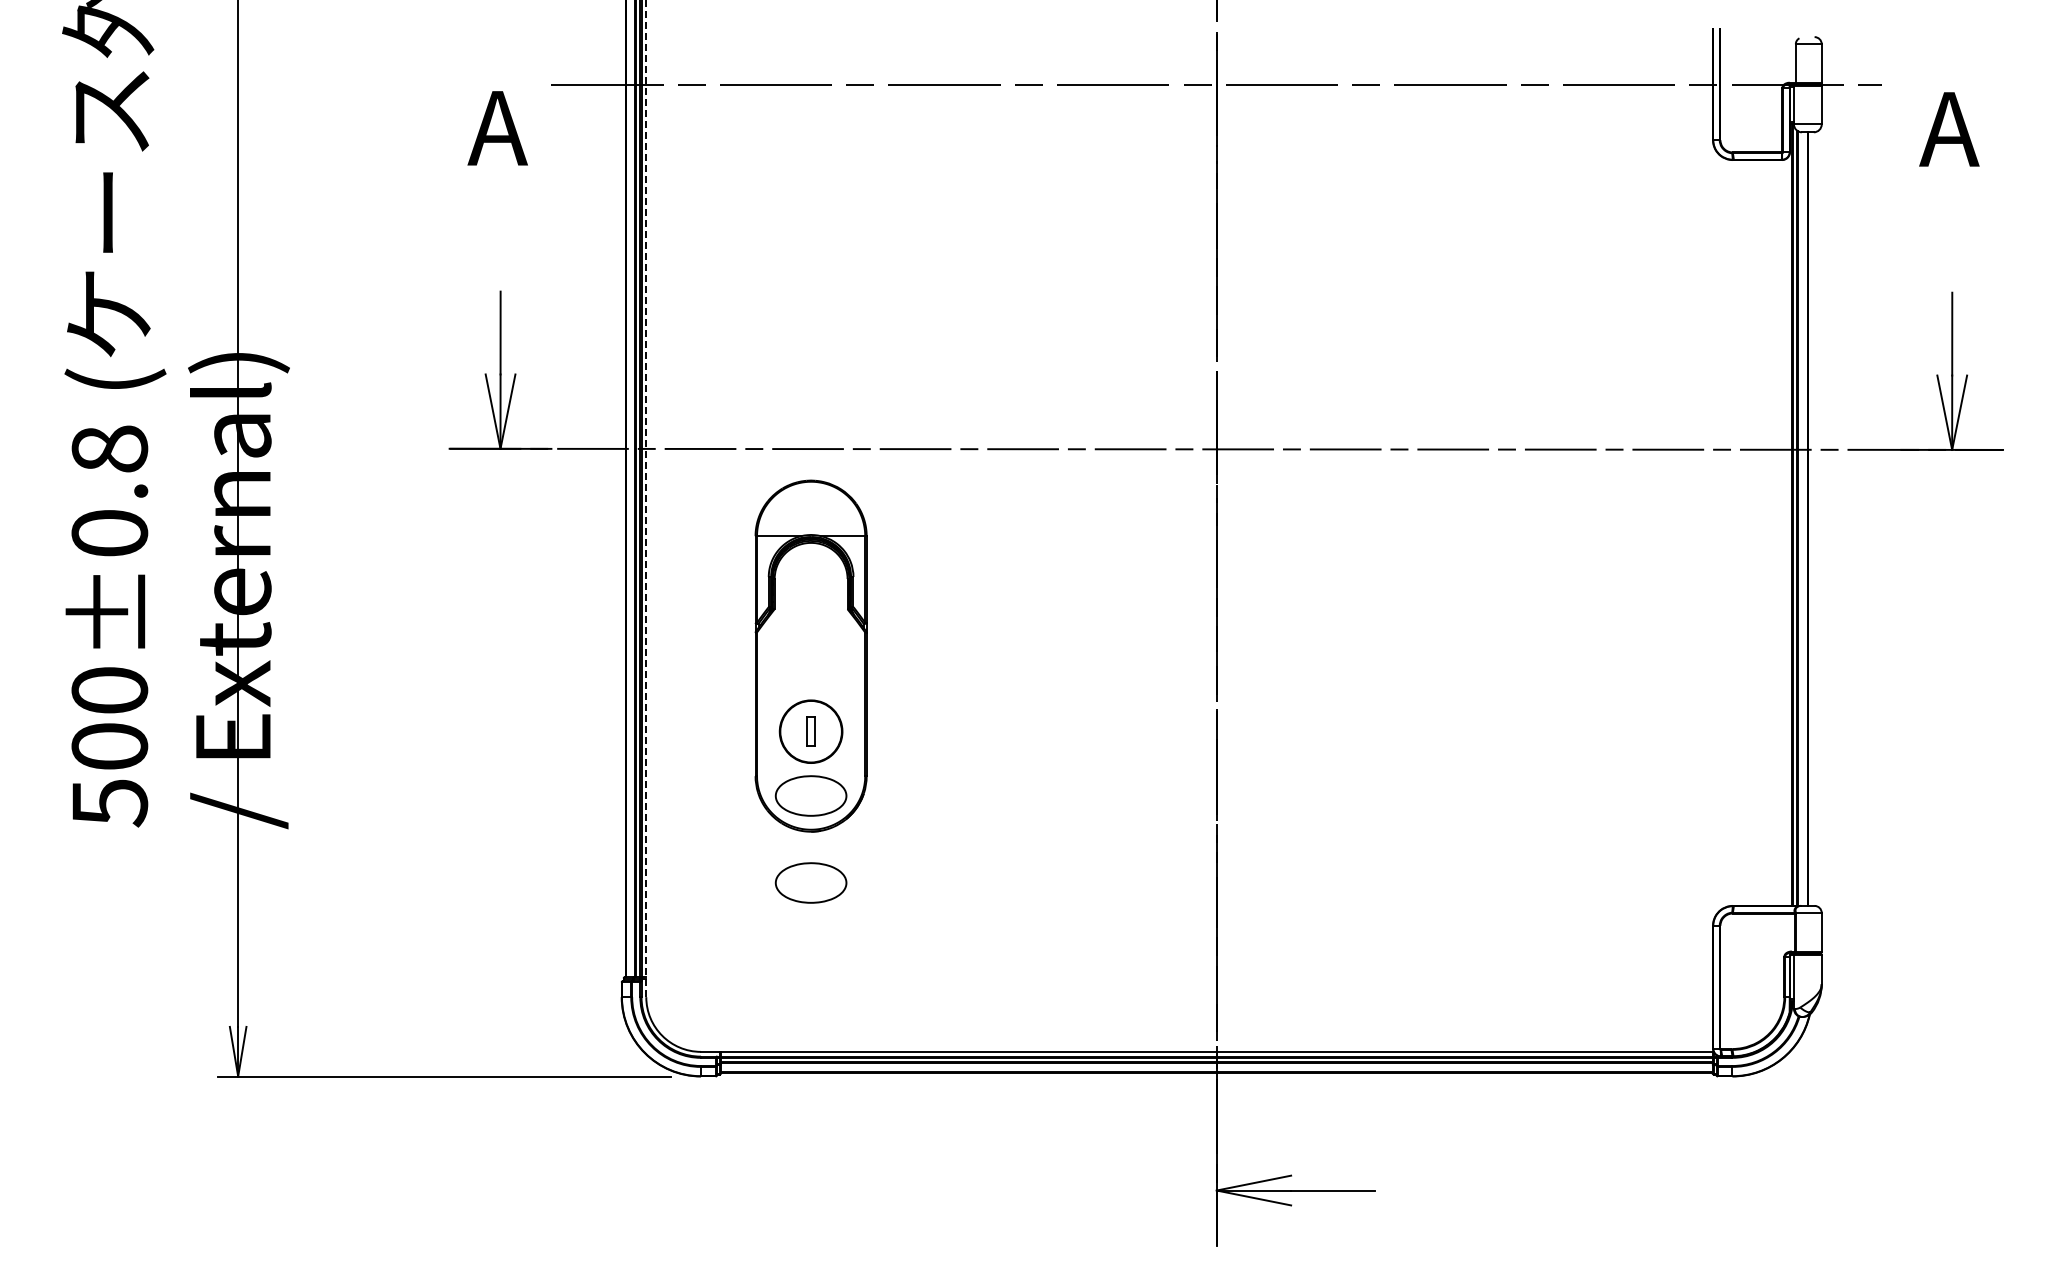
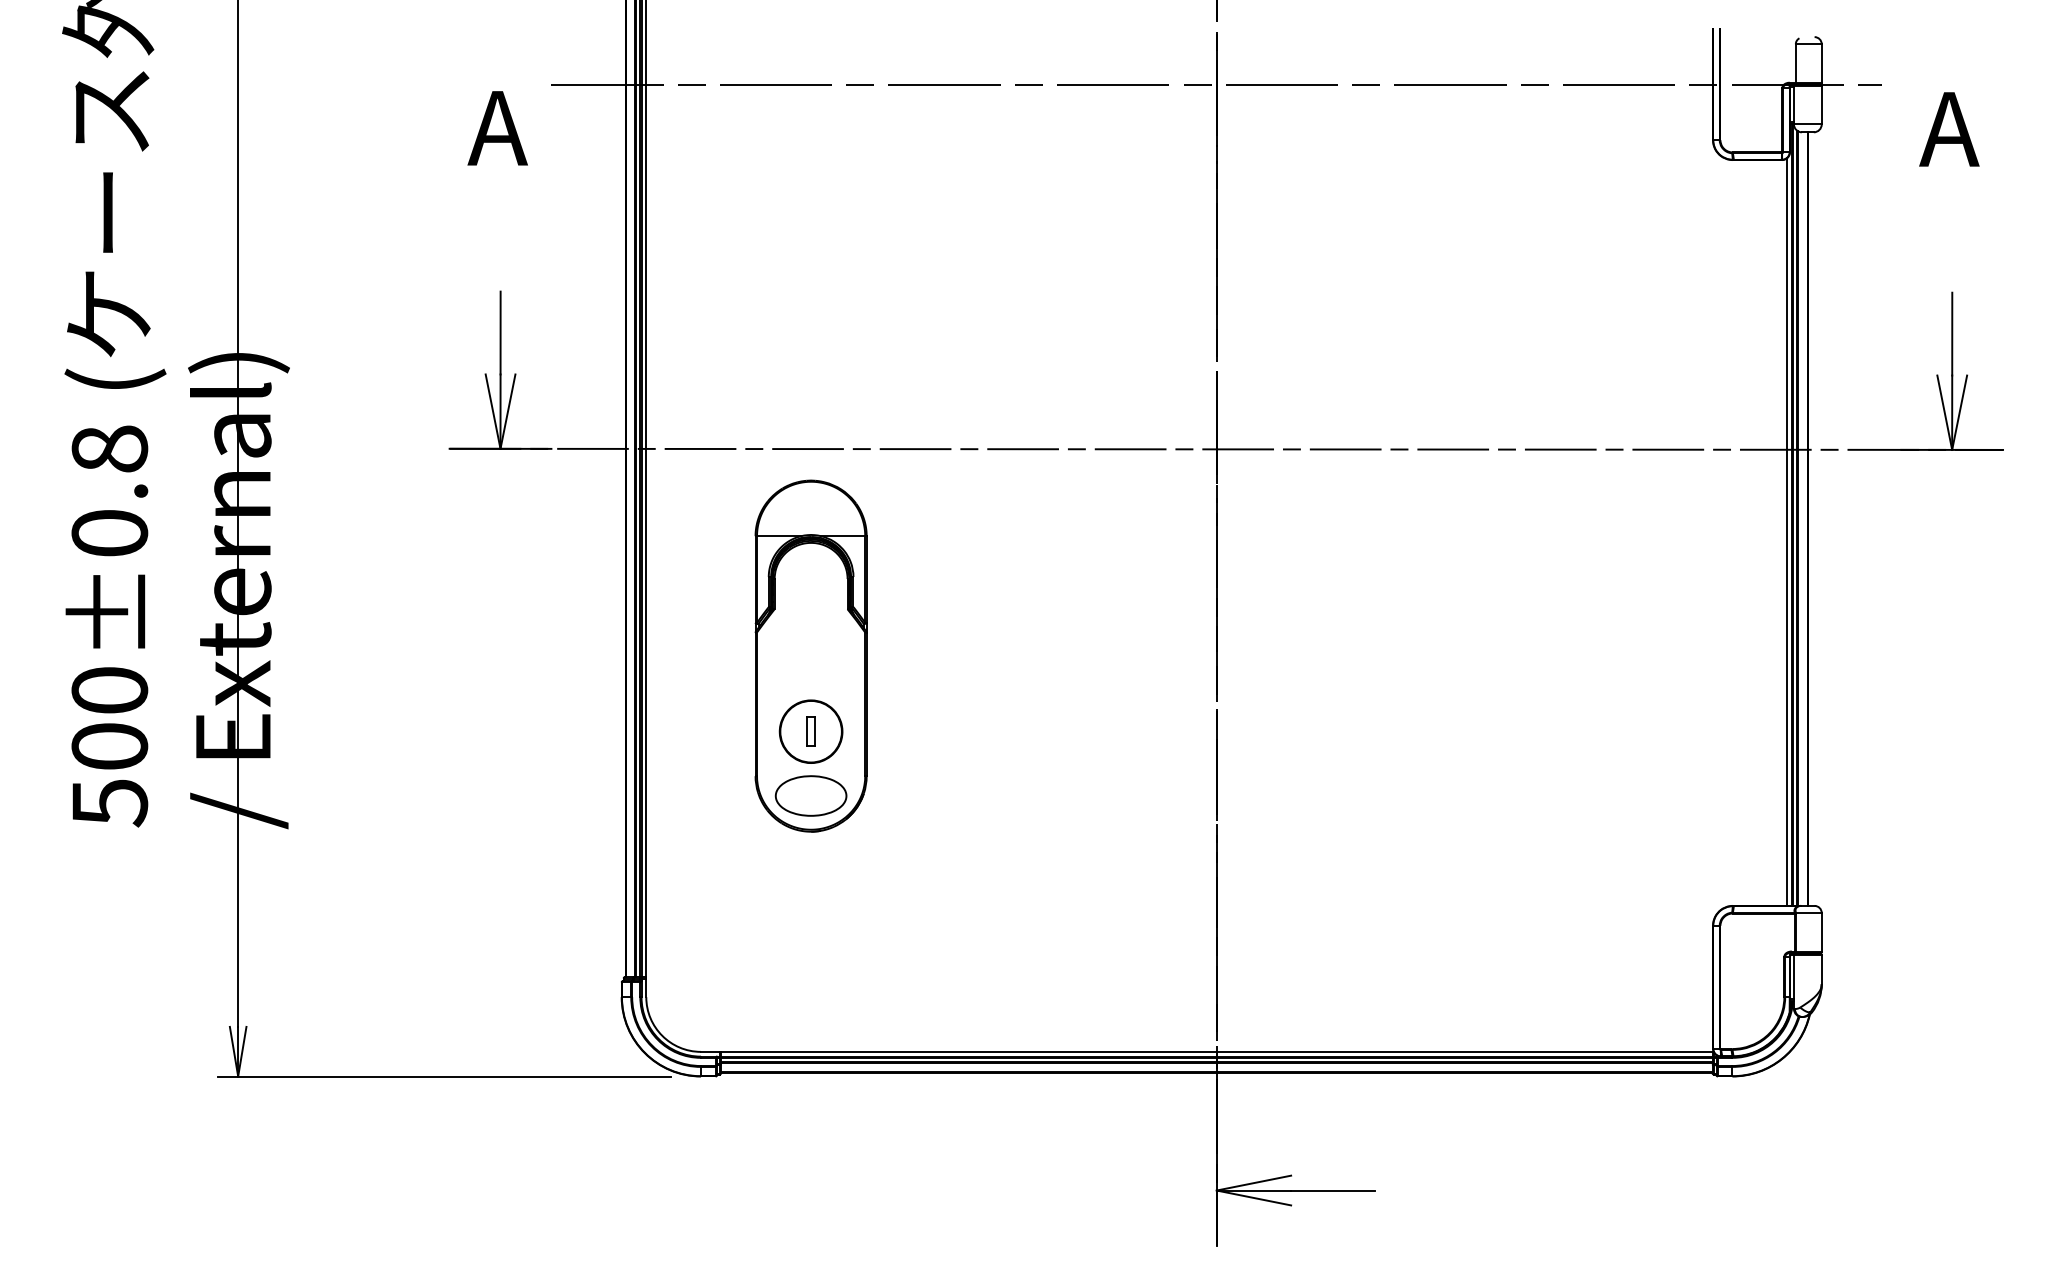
line at (646, 498): dashed -> solid
line at (1787, 531): none -> present
part at (810, 882): present -> none
